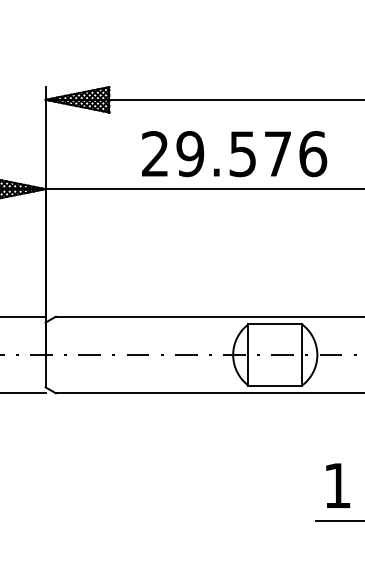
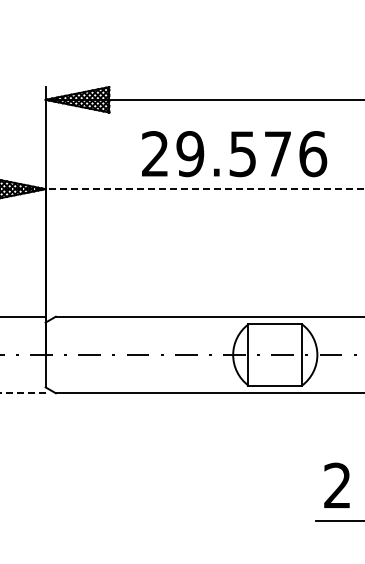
line at (182, 189): solid -> dashed
line at (22, 393): solid -> dashed
text at (337, 484): 1 -> 2
